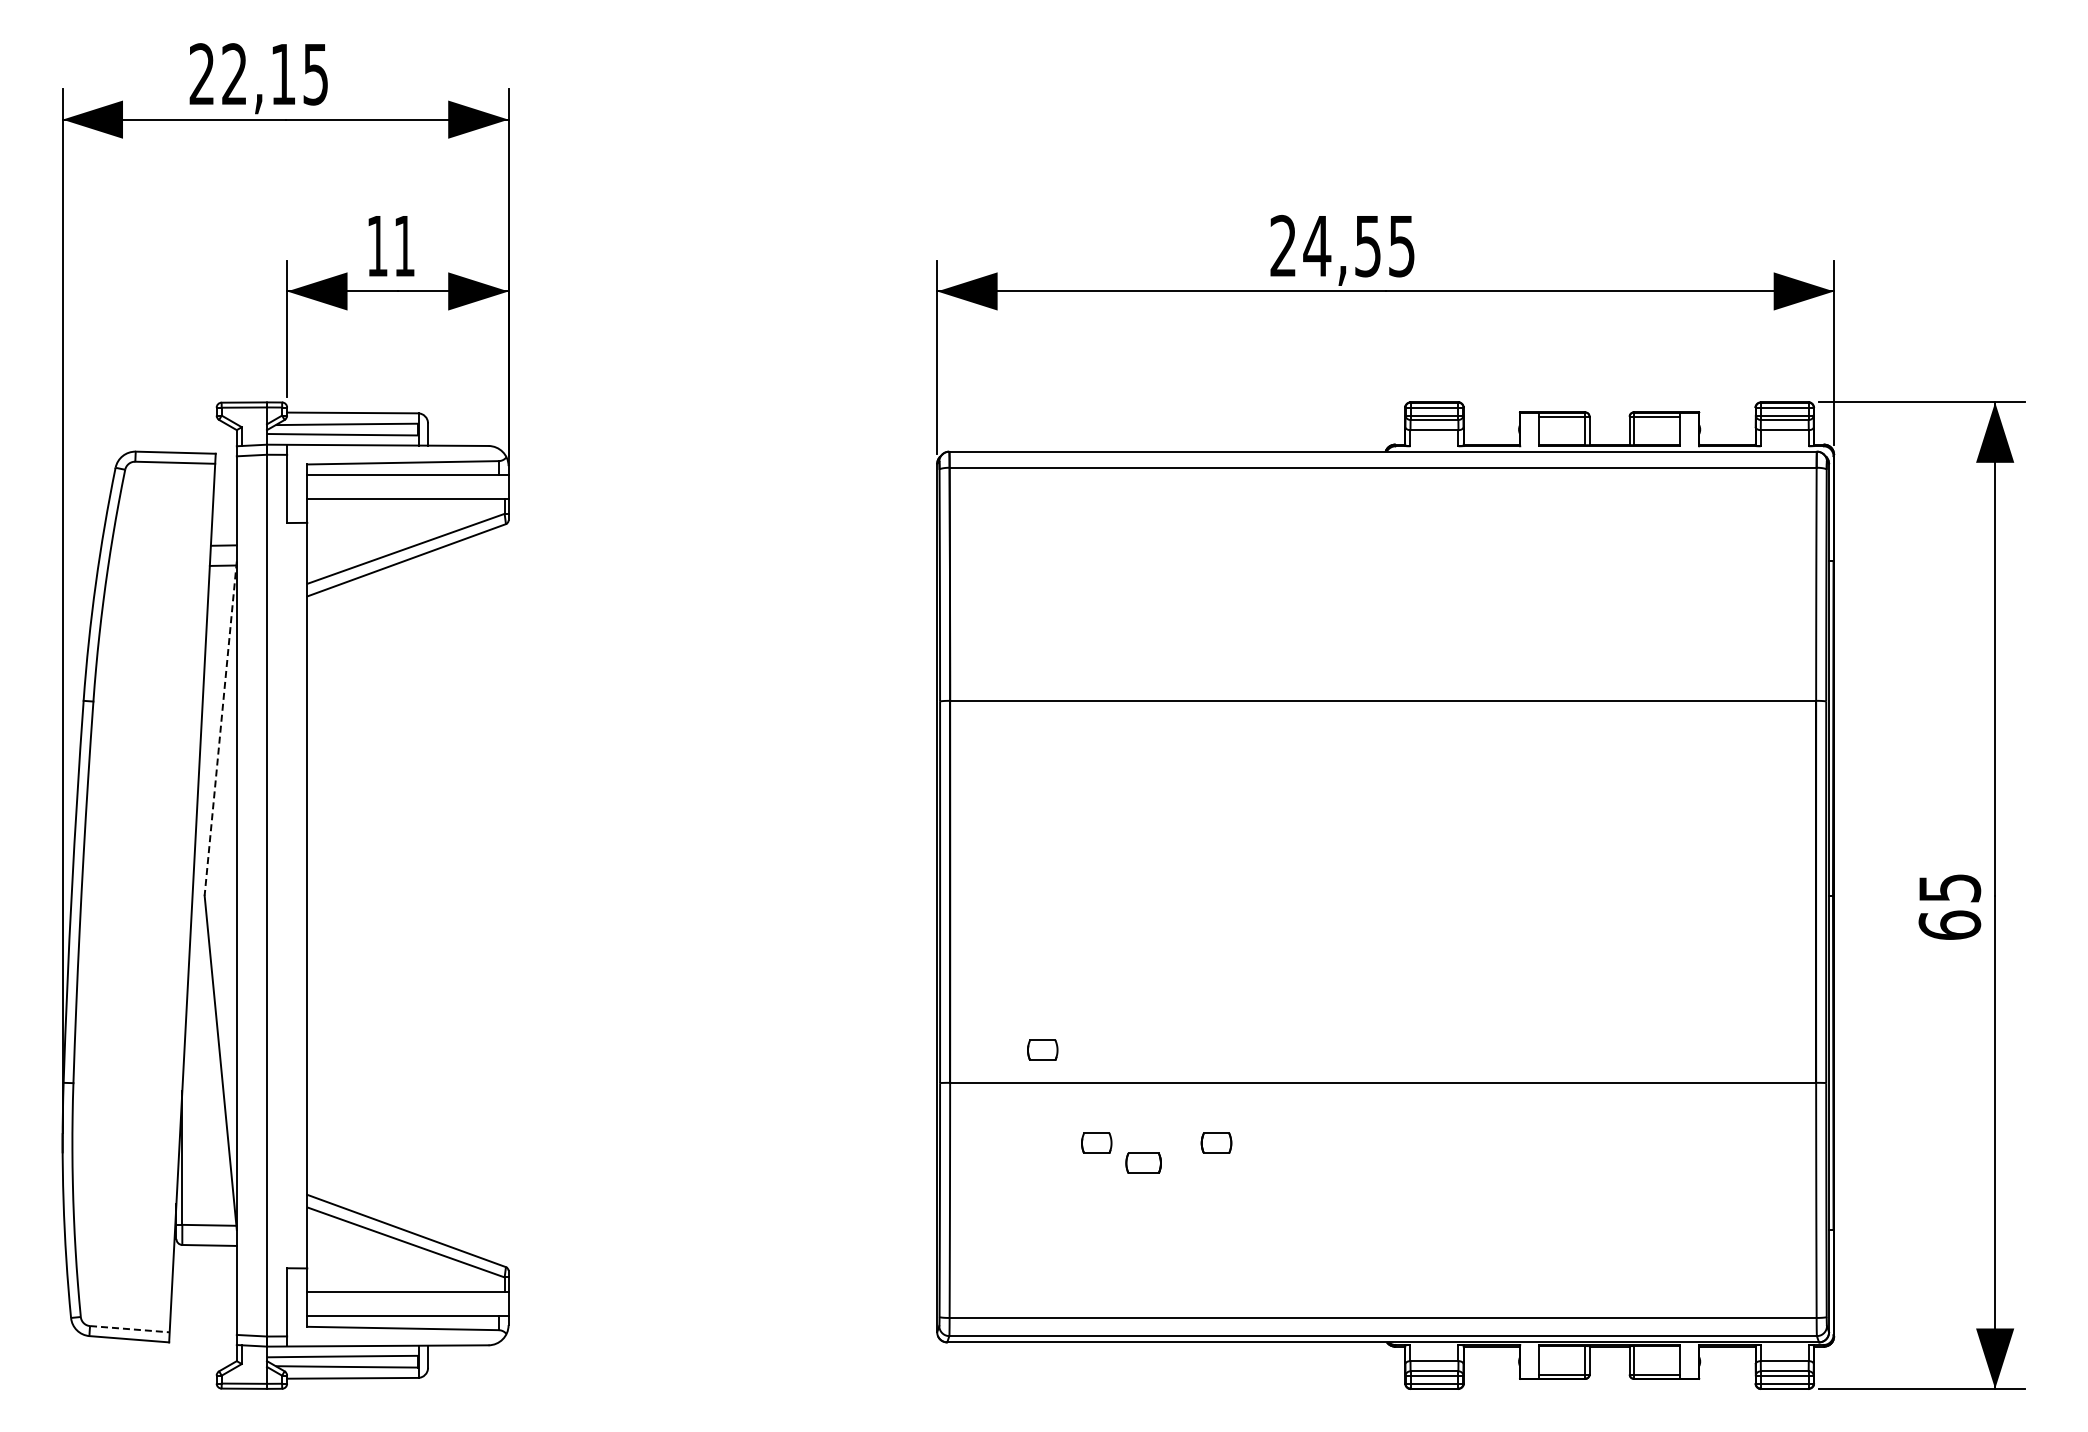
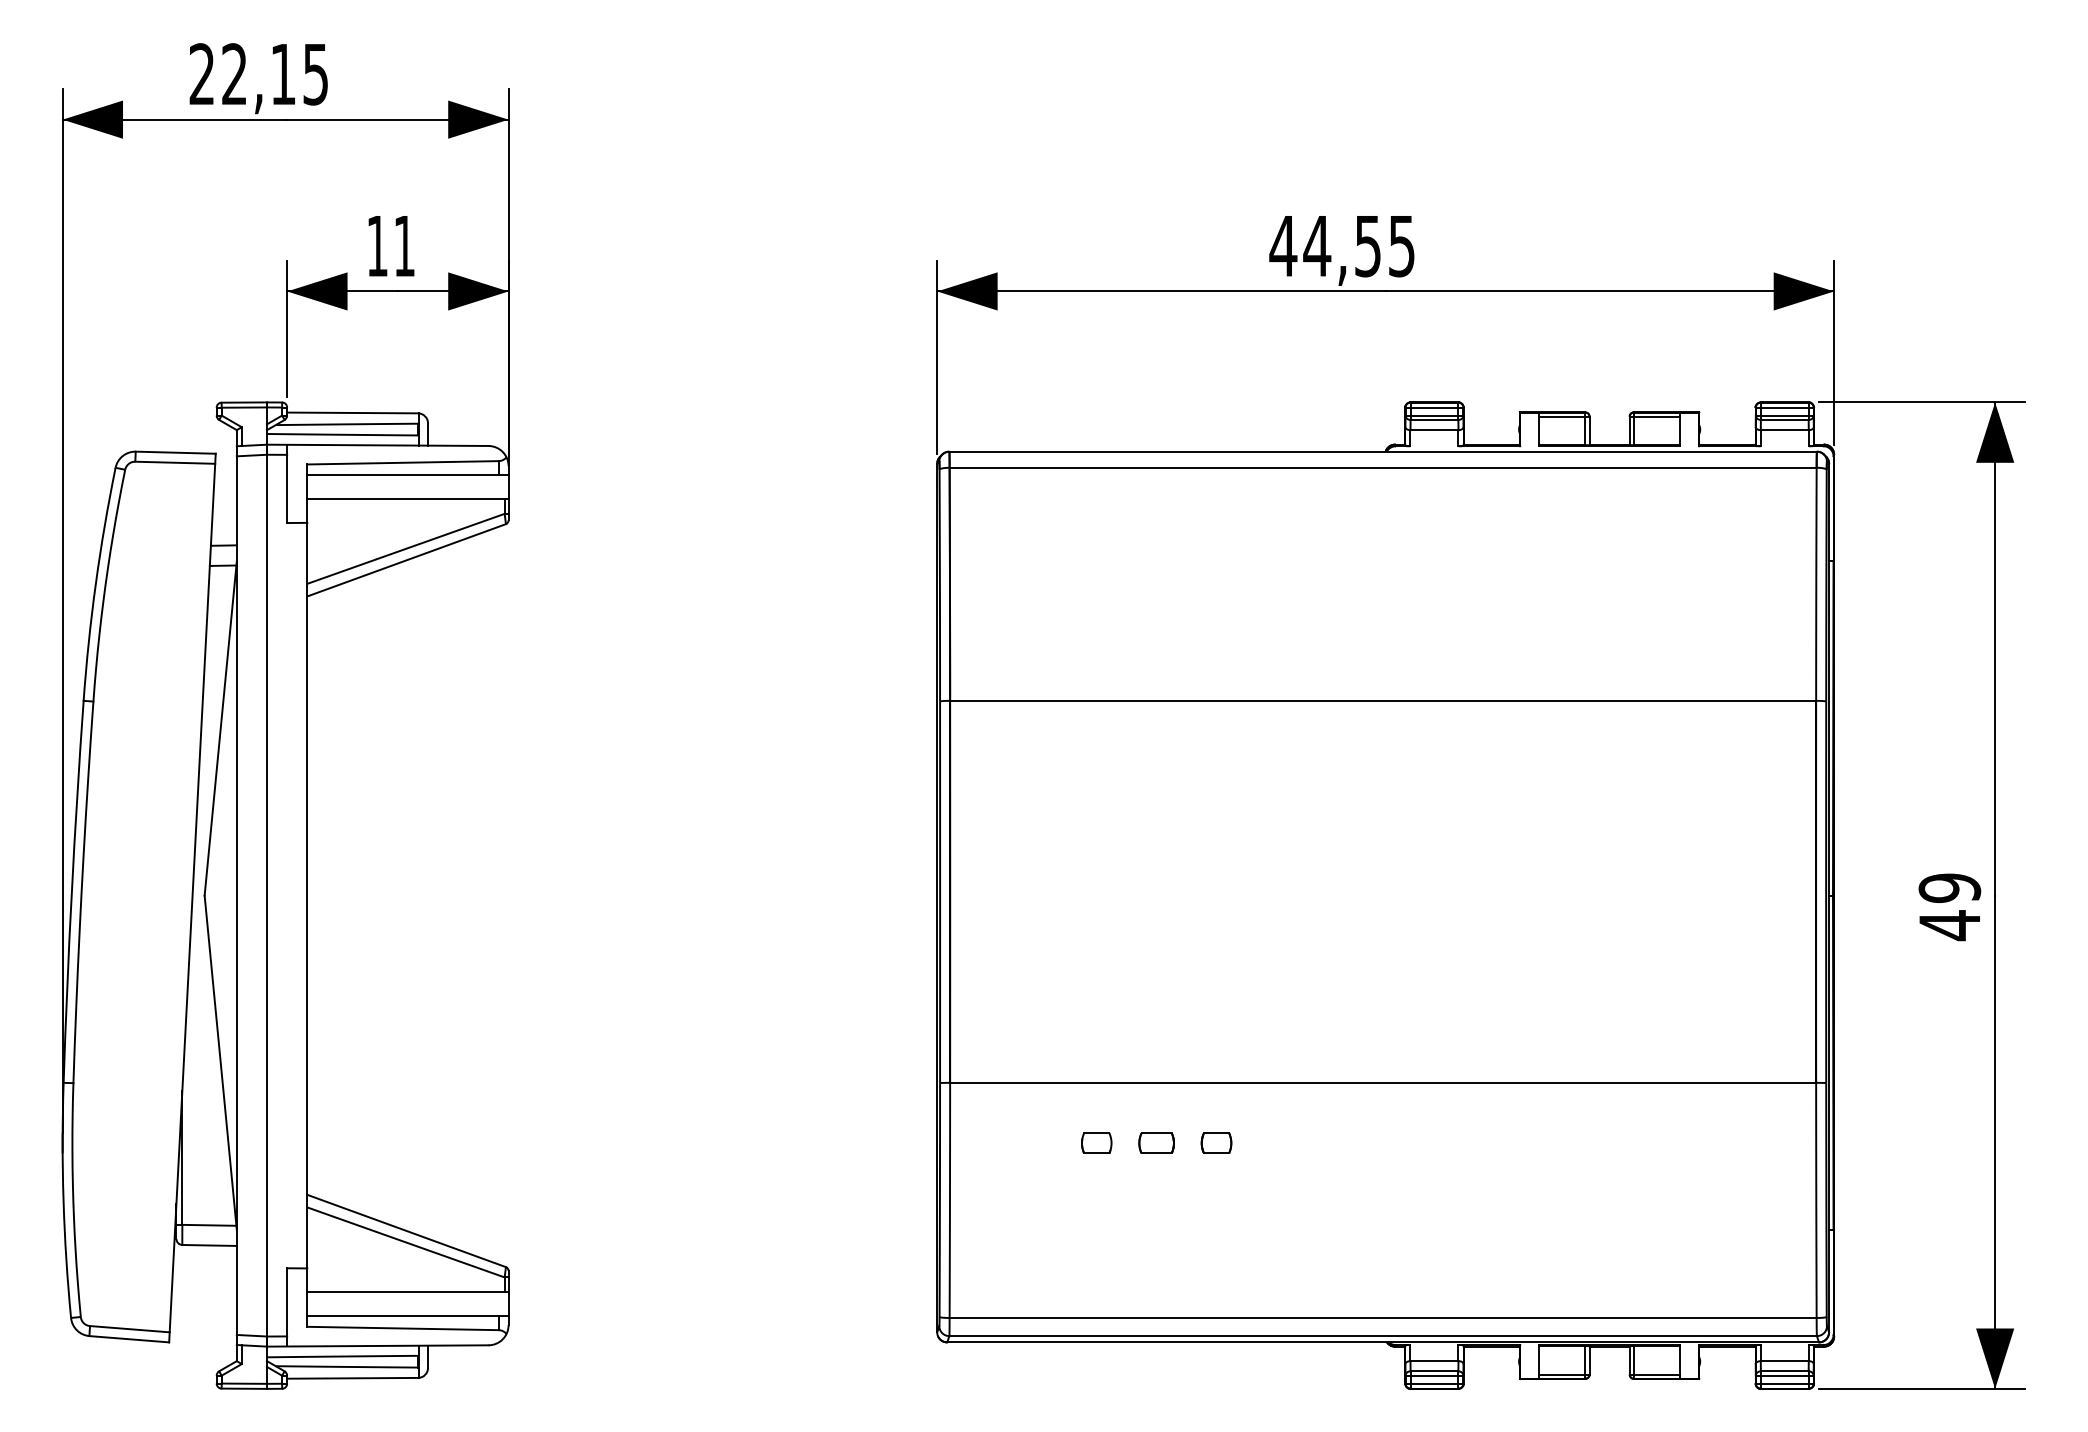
text at (1283, 245): 24,55 -> 44,55
line at (220, 728): dashed -> solid
text at (1949, 907): 65 -> 49
part at (1042, 1049): present -> none
part at (1143, 1162) position: (1143, 1162) -> (1156, 1142)
line at (129, 1329): dashed -> solid
